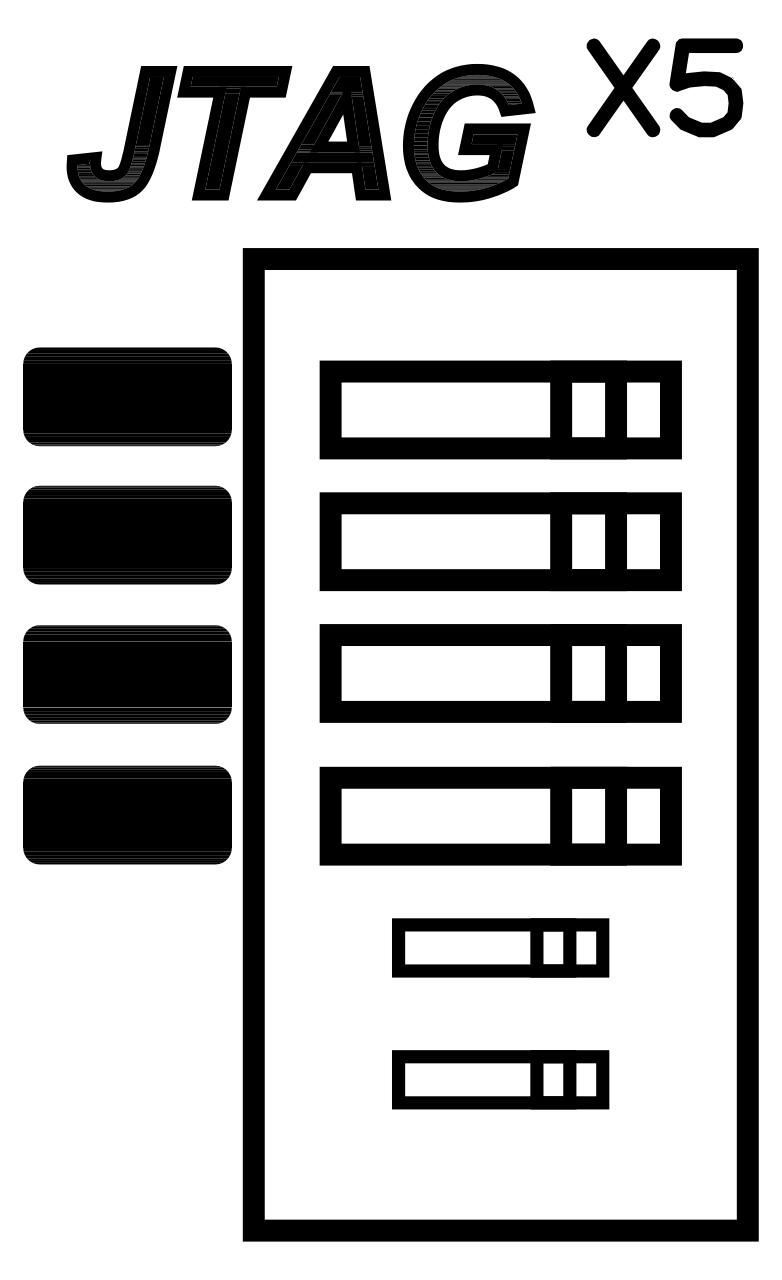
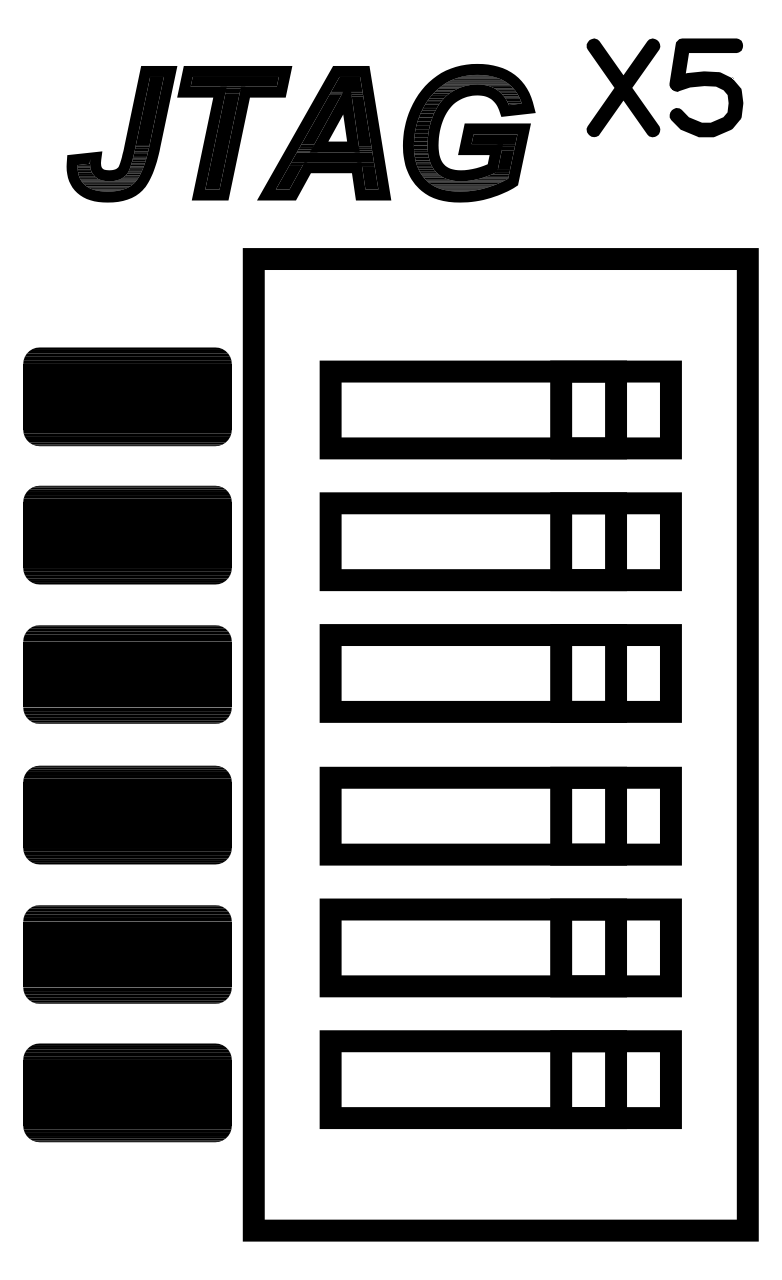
part at (500, 947) size: 218x60 px -> 363x100 px
part at (127, 954): none -> present
part at (500, 1079) size: 218x60 px -> 363x100 px
part at (127, 1092): none -> present
